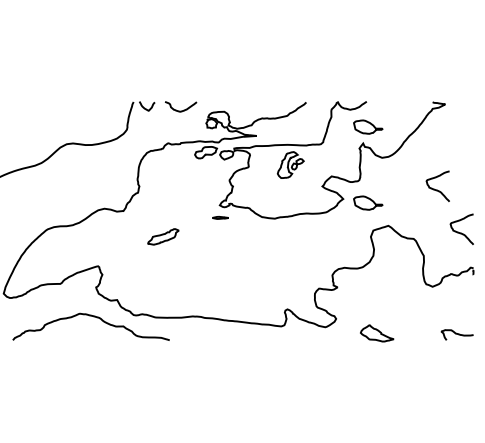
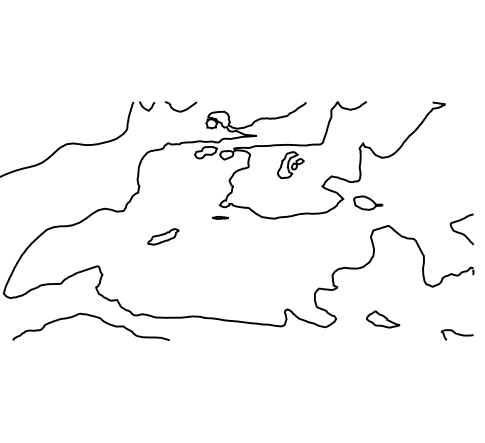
part at (368, 126): present -> none
curve at (437, 189): present -> none
part at (377, 333) position: (377, 333) -> (383, 319)
